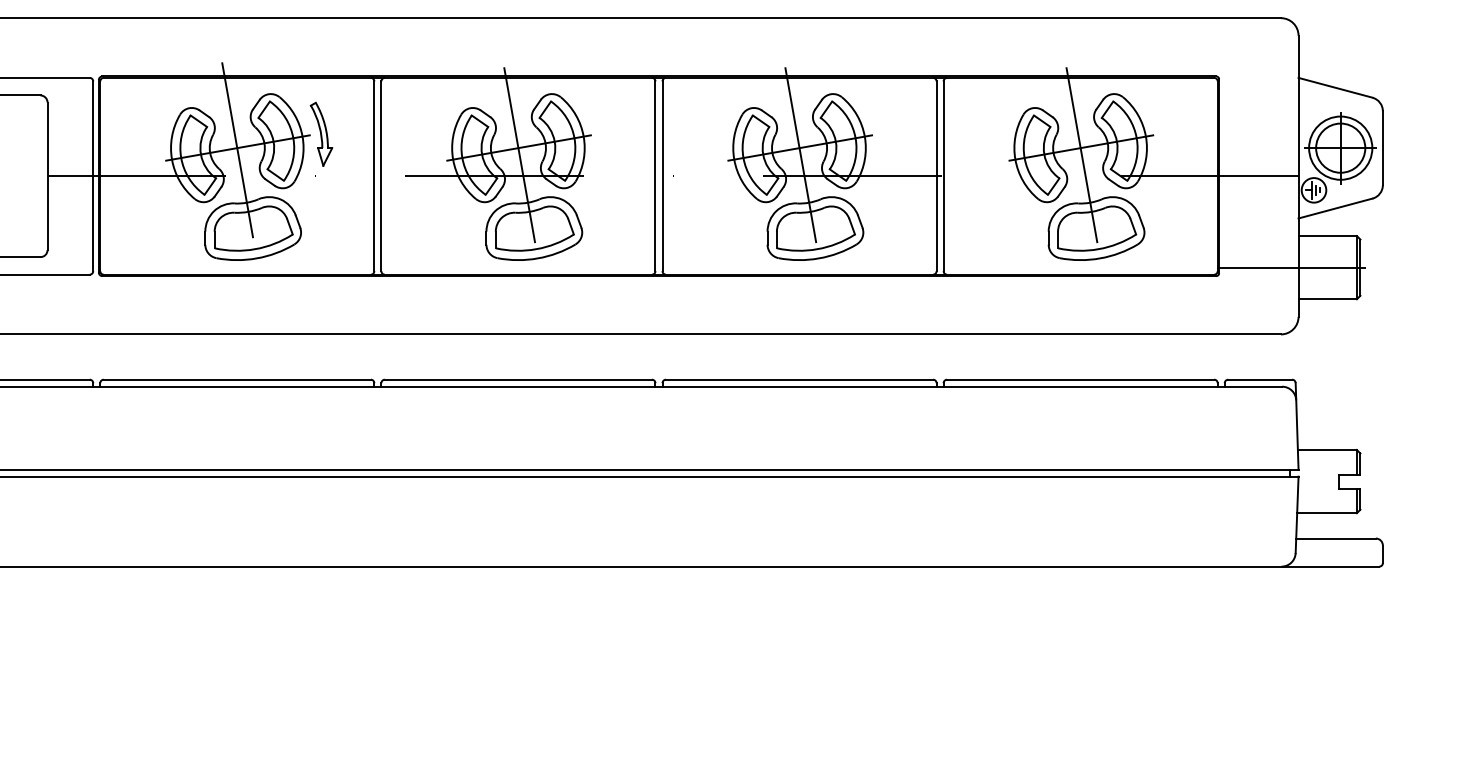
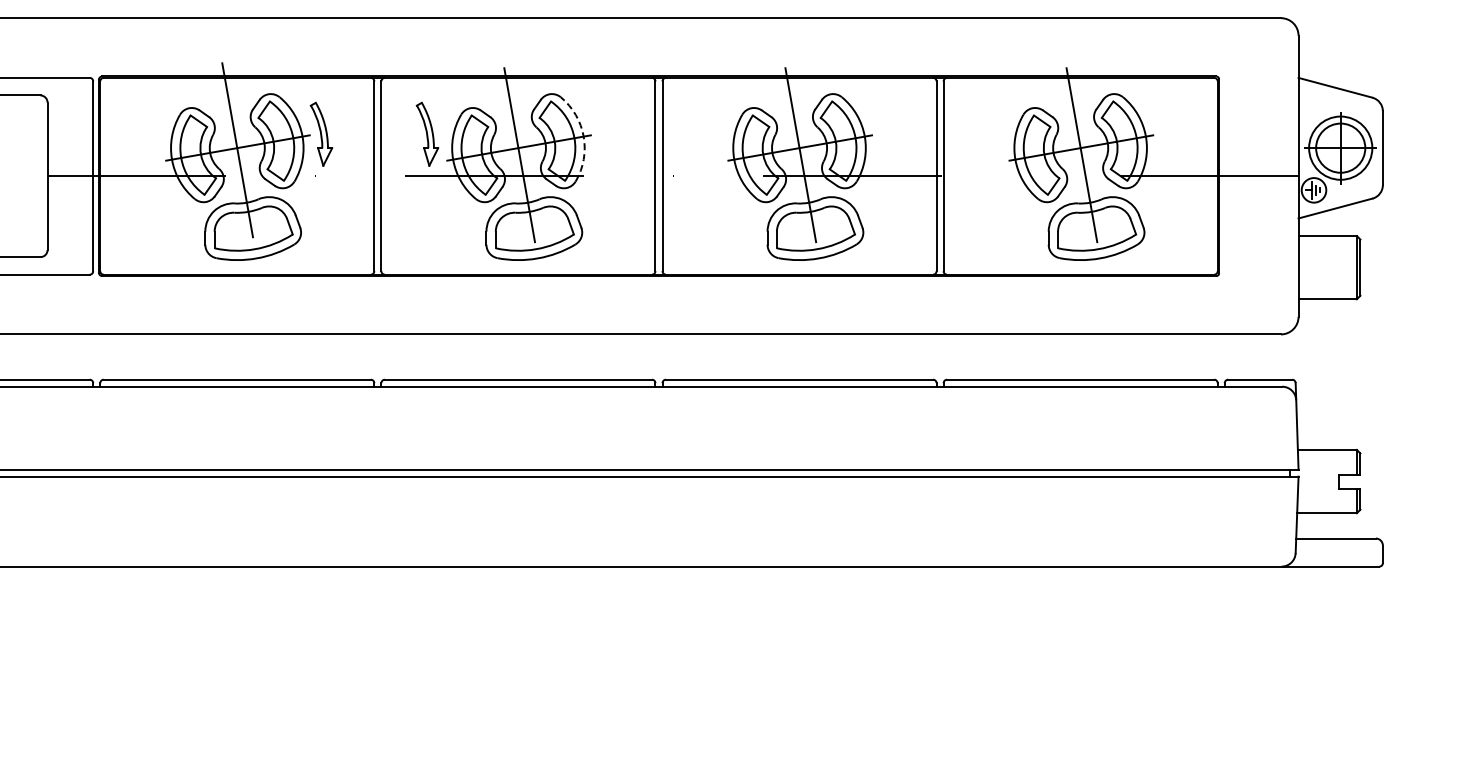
part at (427, 133): none -> present
arc at (583, 136): solid -> dashed
line at (1290, 267): present -> none
